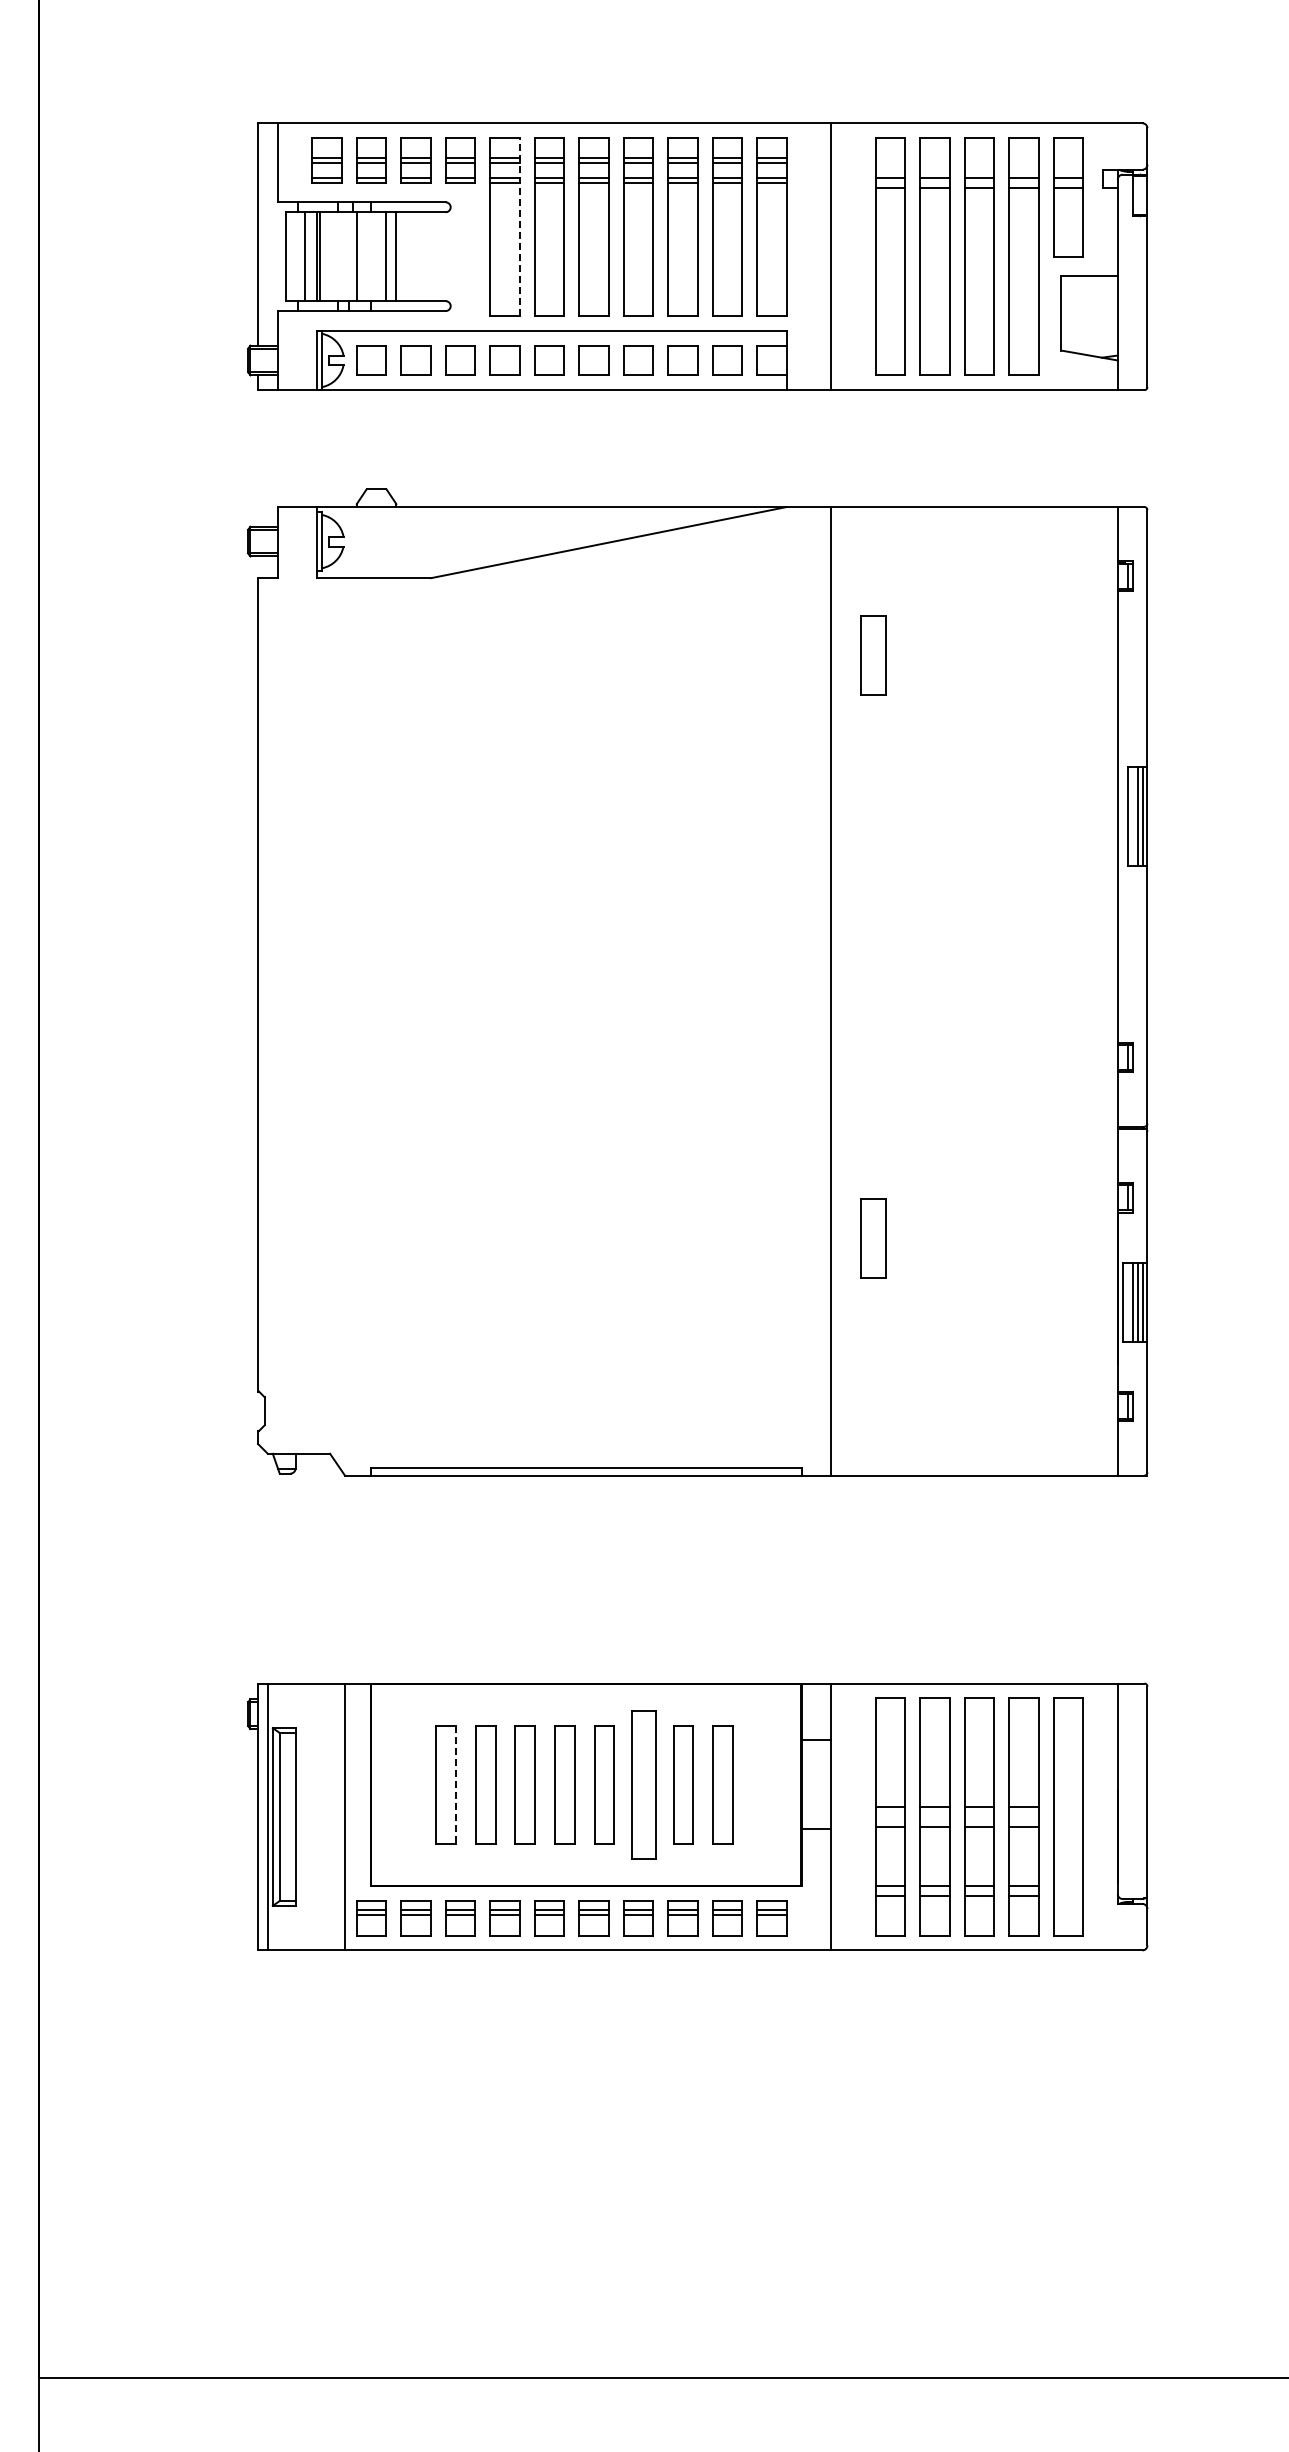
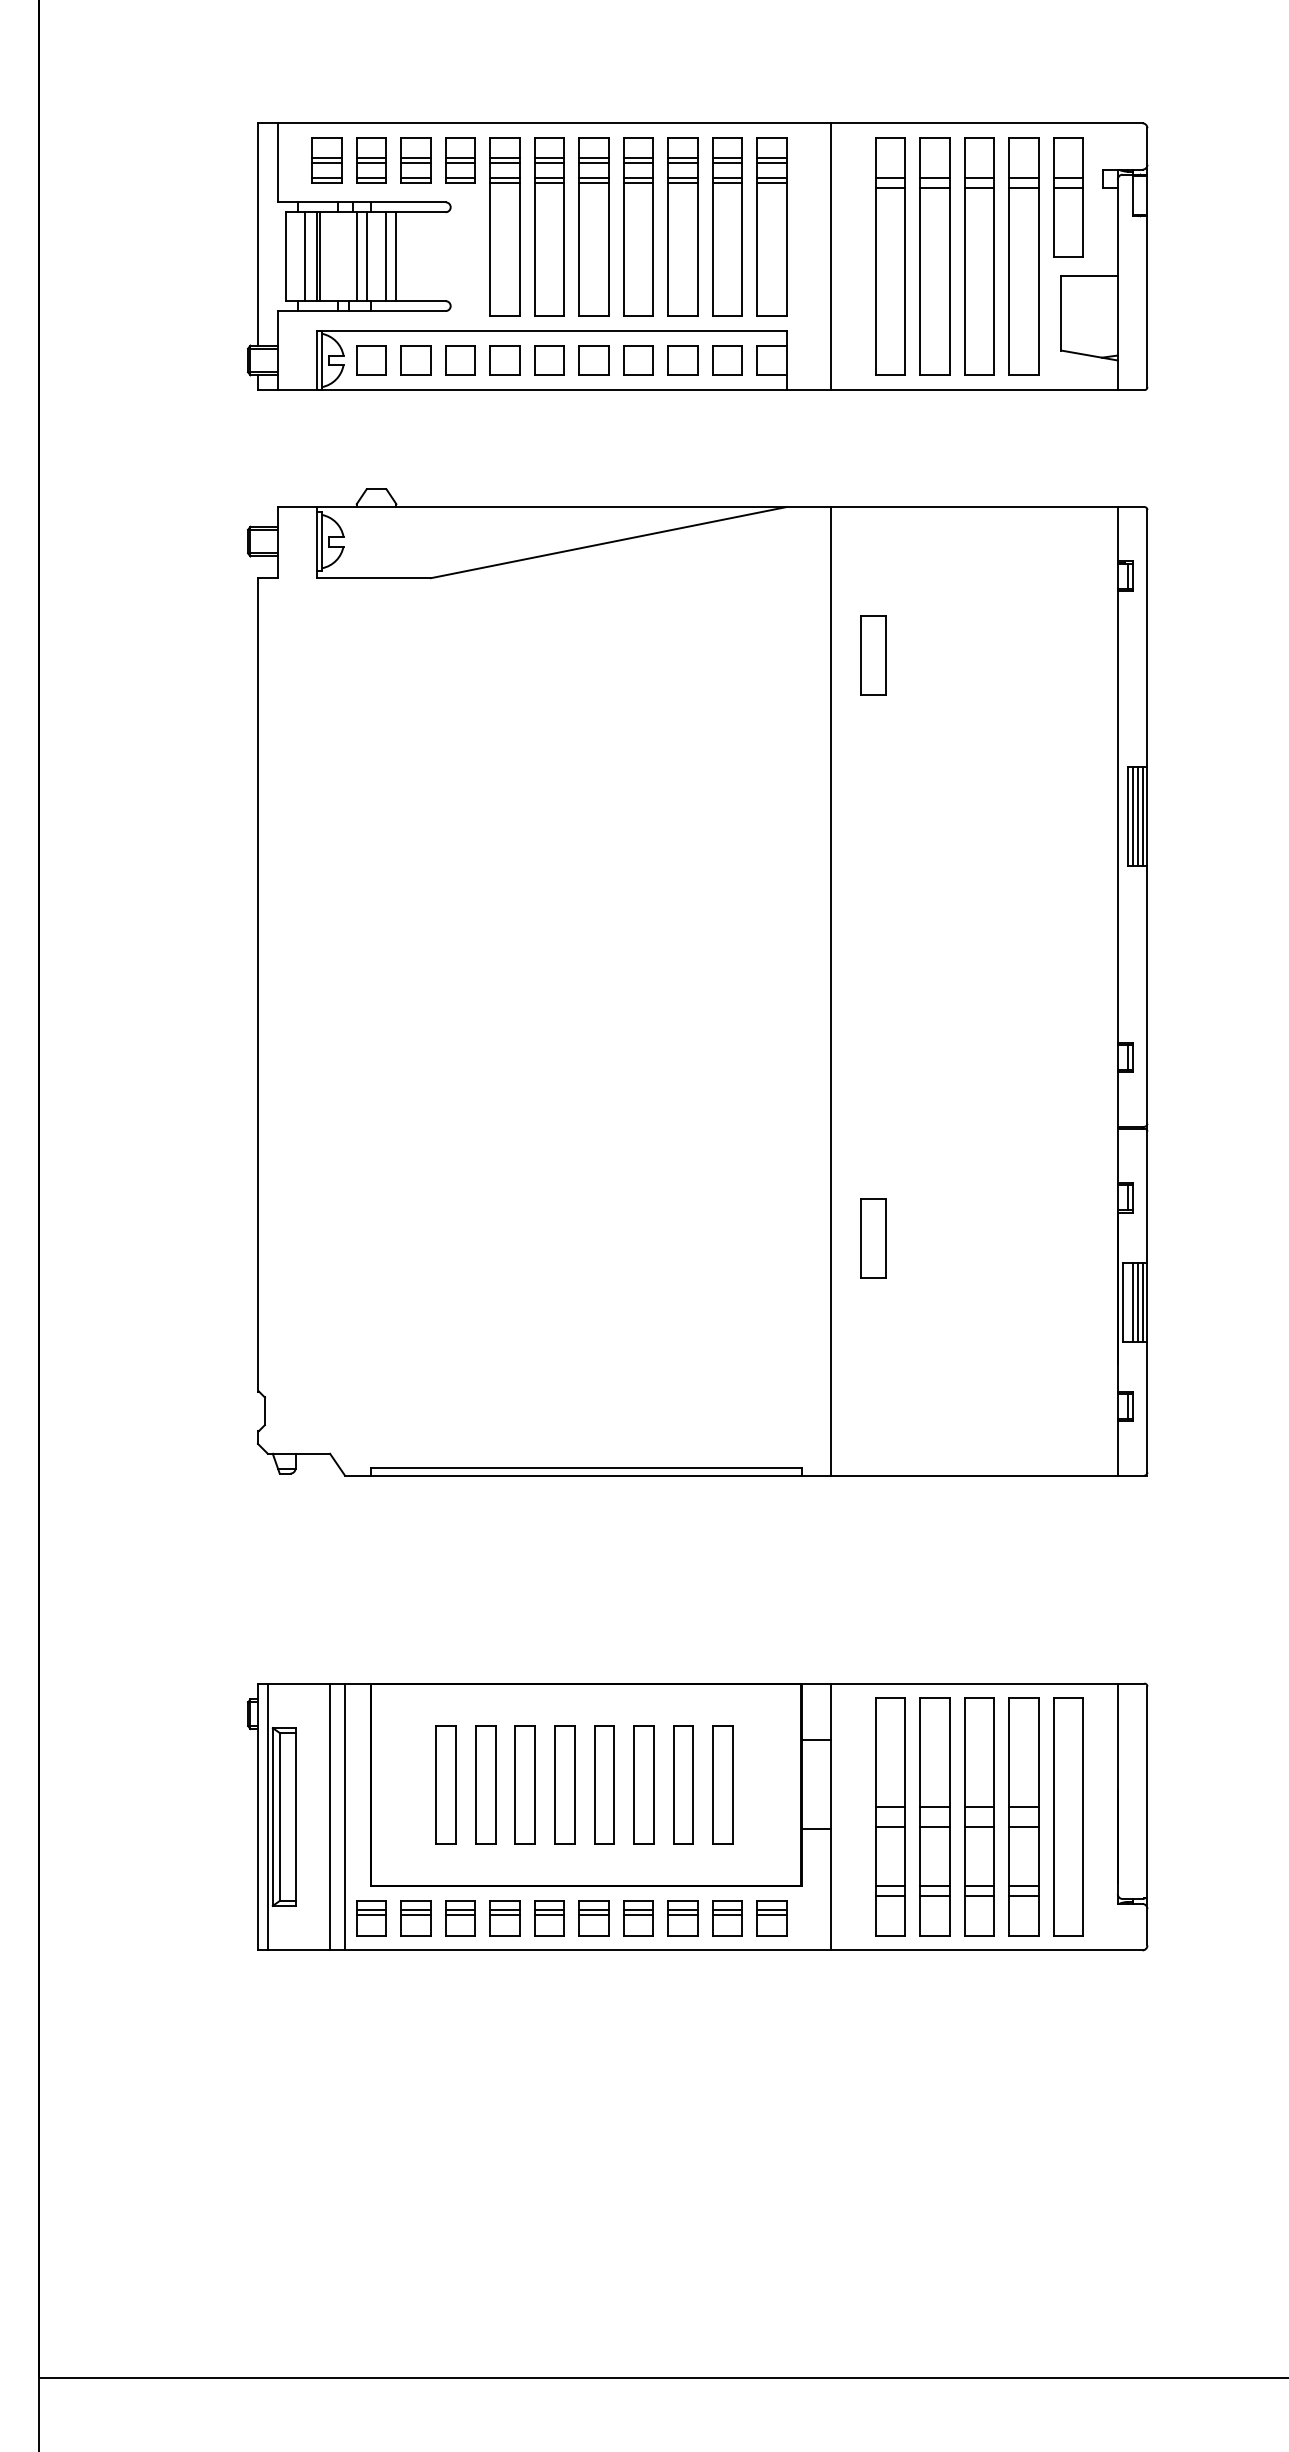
line at (519, 227): dashed -> solid
line at (366, 256): none -> present
line at (1132, 816): none -> present
part at (643, 1784) size: 26x150 px -> 22x120 px
line at (456, 1785): dashed -> solid
line at (330, 1816): none -> present
